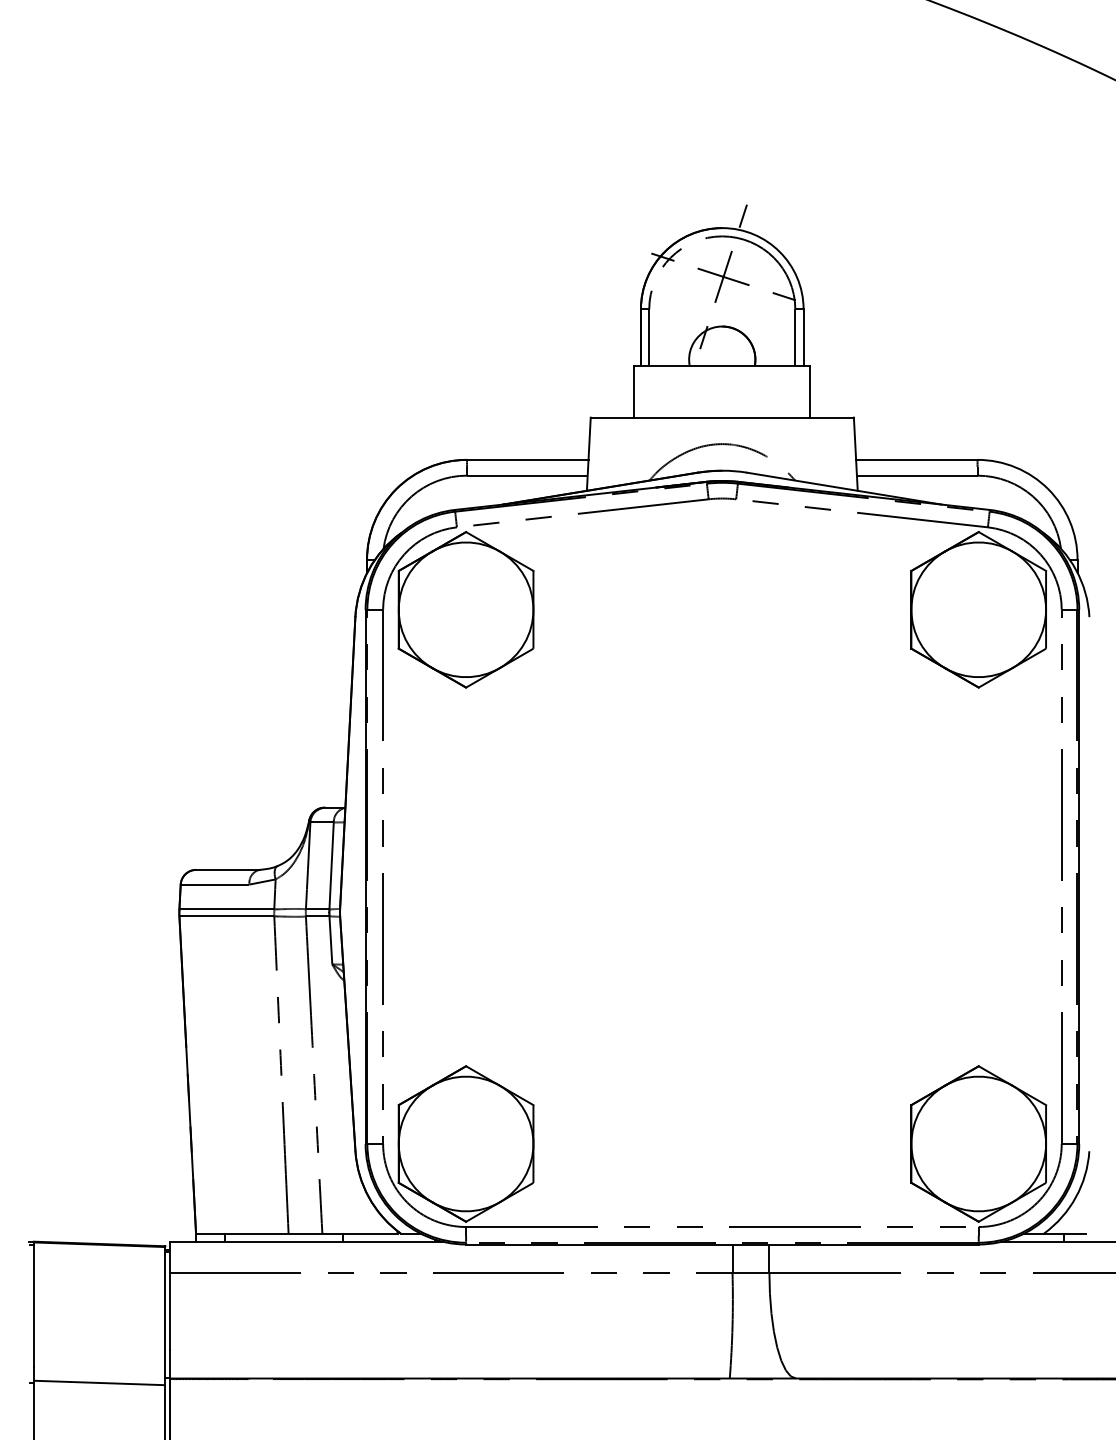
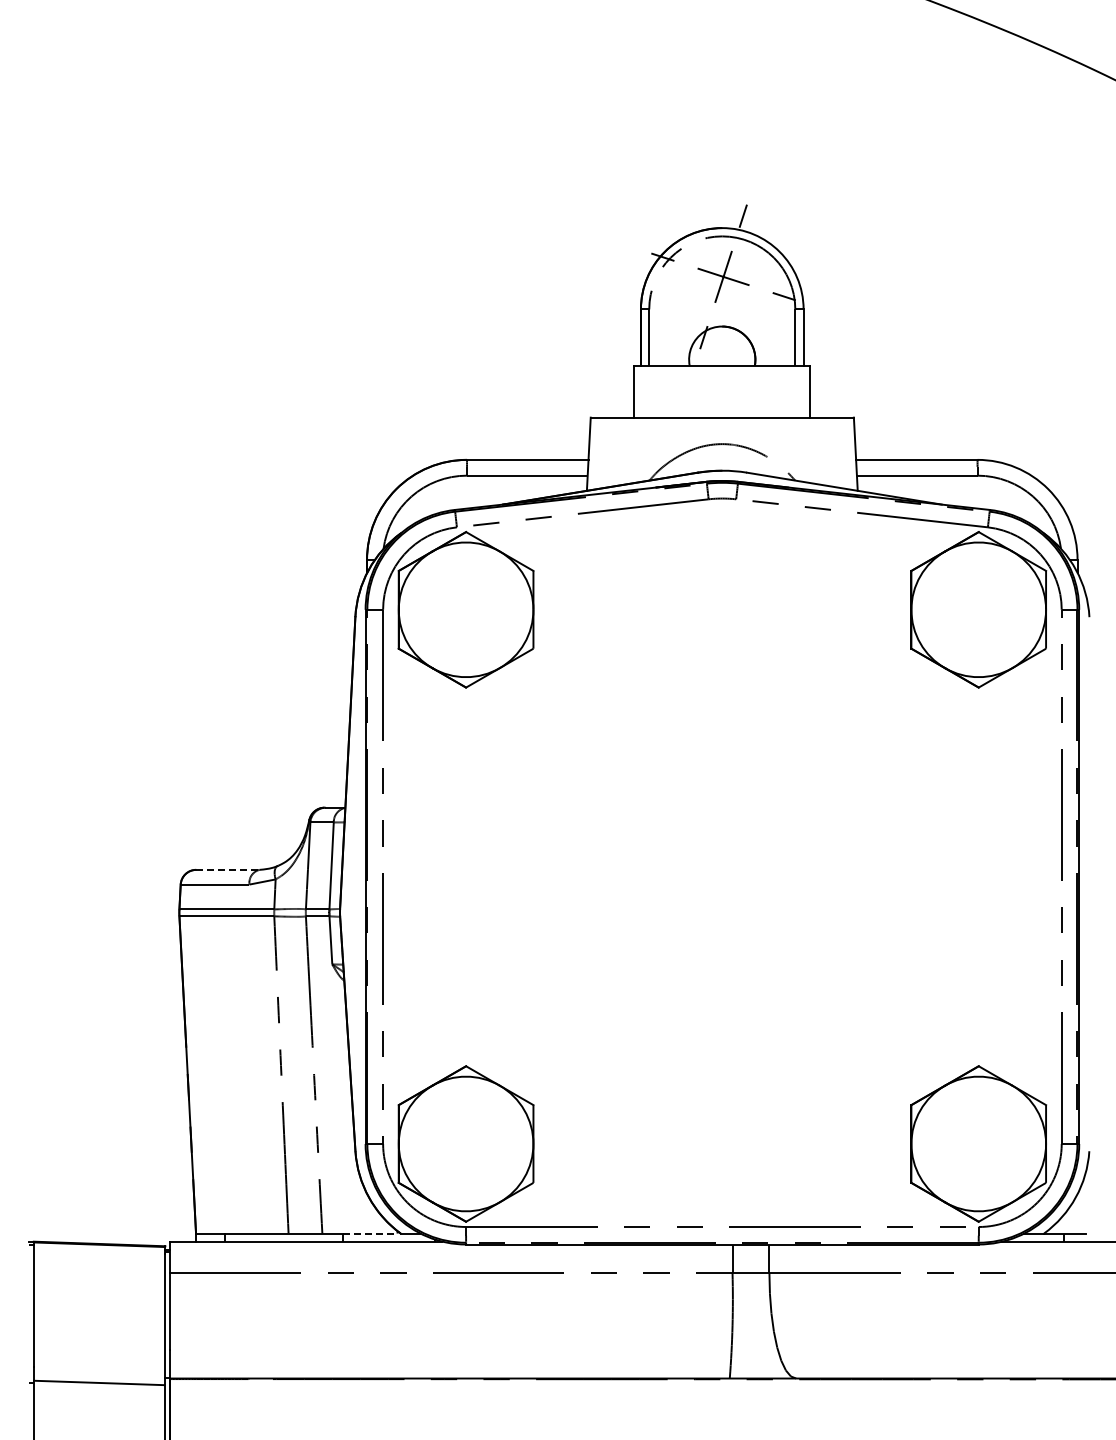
line at (227, 869): solid -> dashed
line at (370, 1233): solid -> dashed
